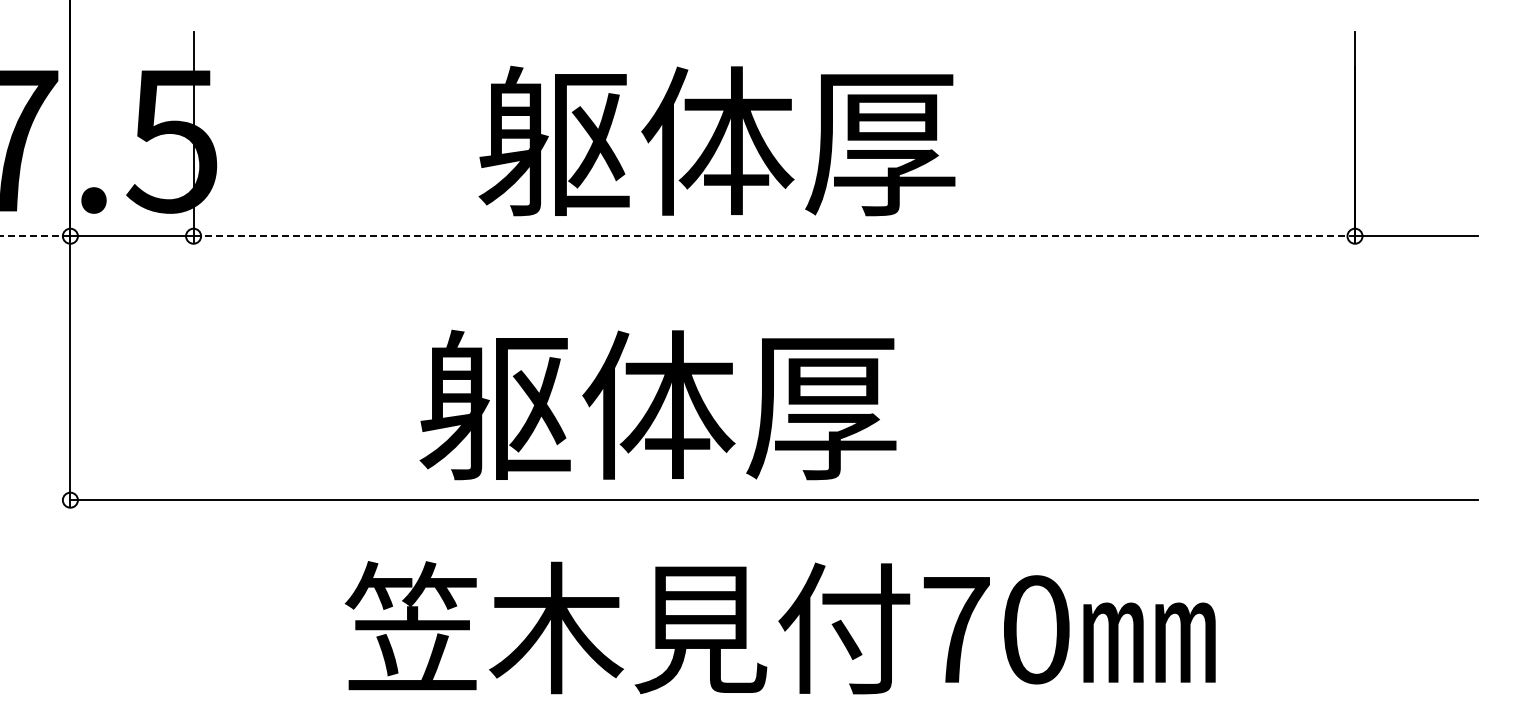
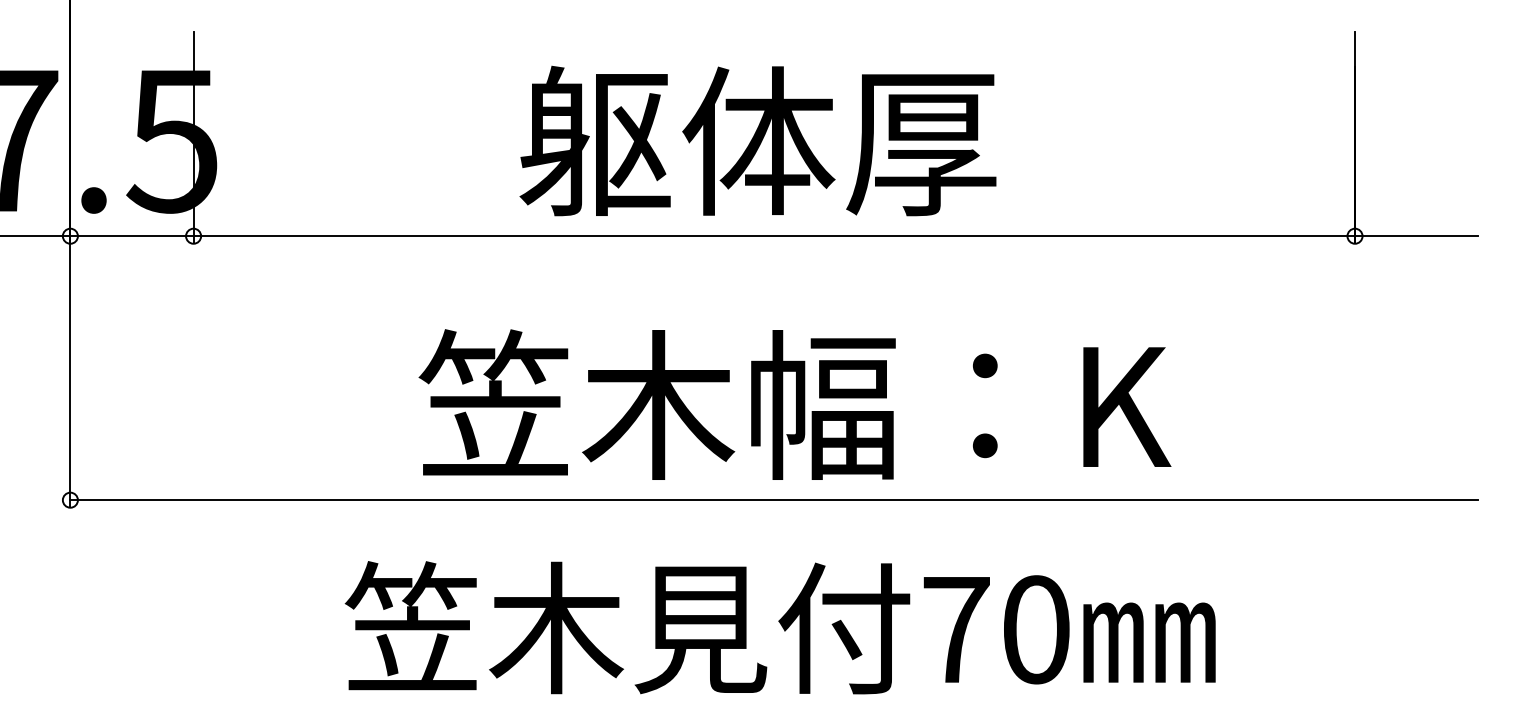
text at (716, 140) position: (716, 140) -> (757, 140)
line at (35, 236): dashed -> solid
line at (774, 236): dashed -> solid
text at (794, 404): 躯体厚 -> 笠木幅：K
